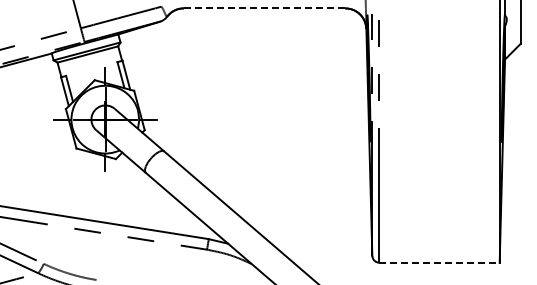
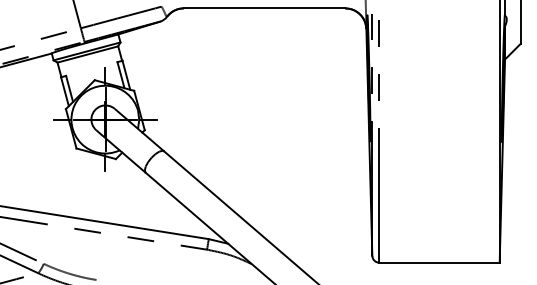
line at (264, 8): dashed -> solid
line at (440, 262): dashed -> solid
